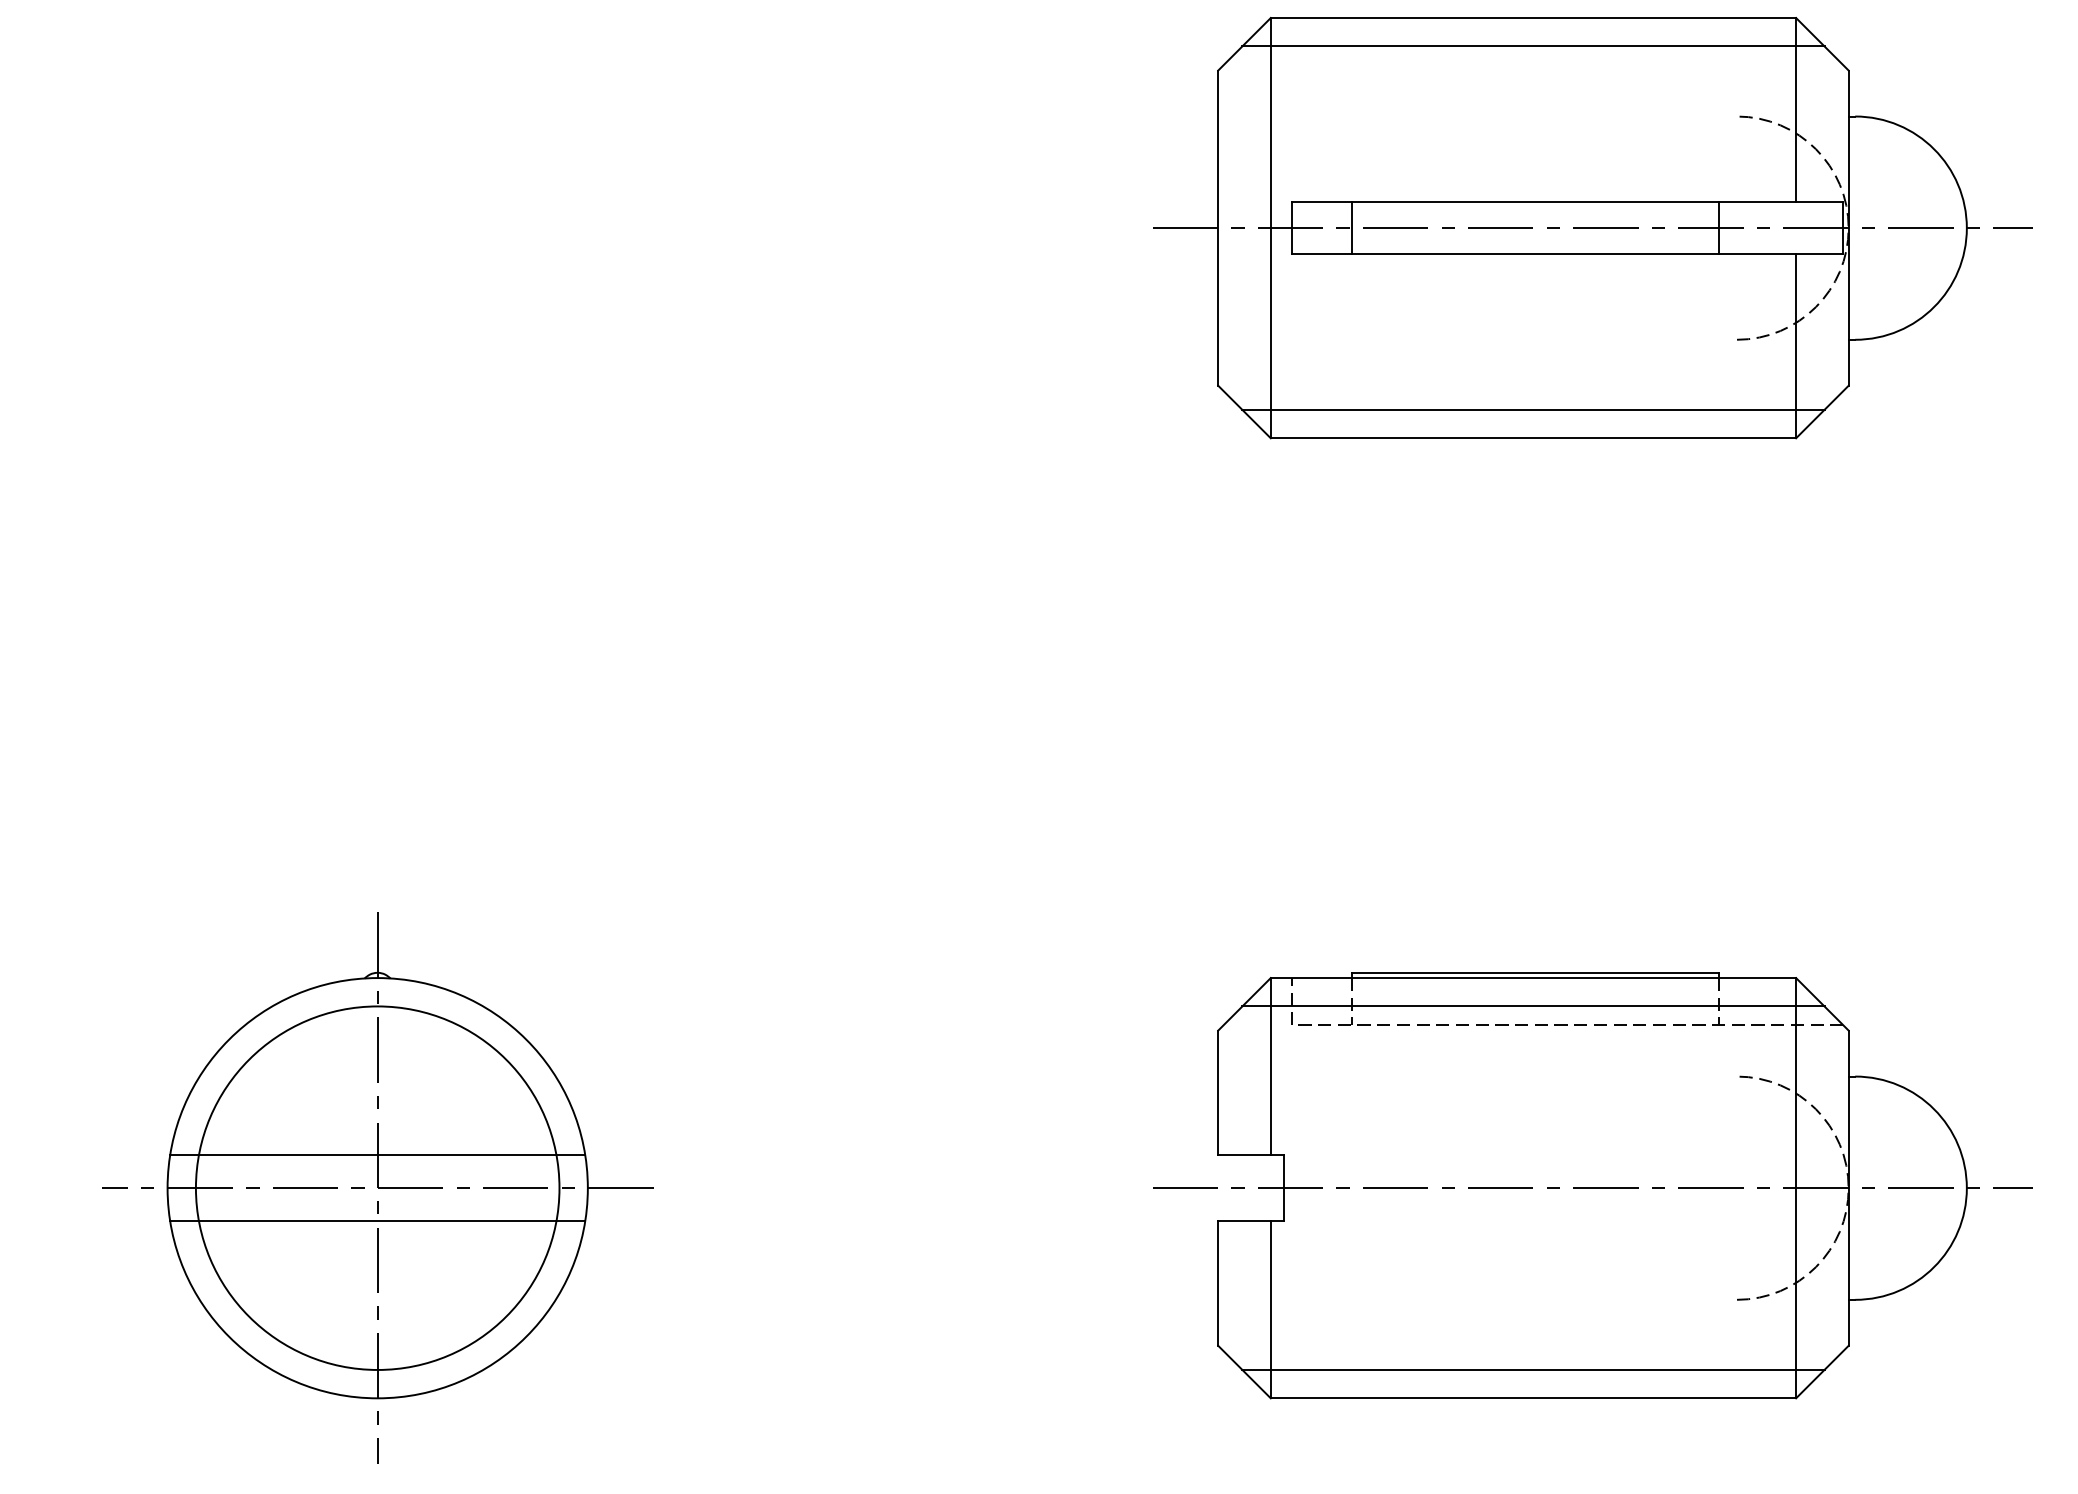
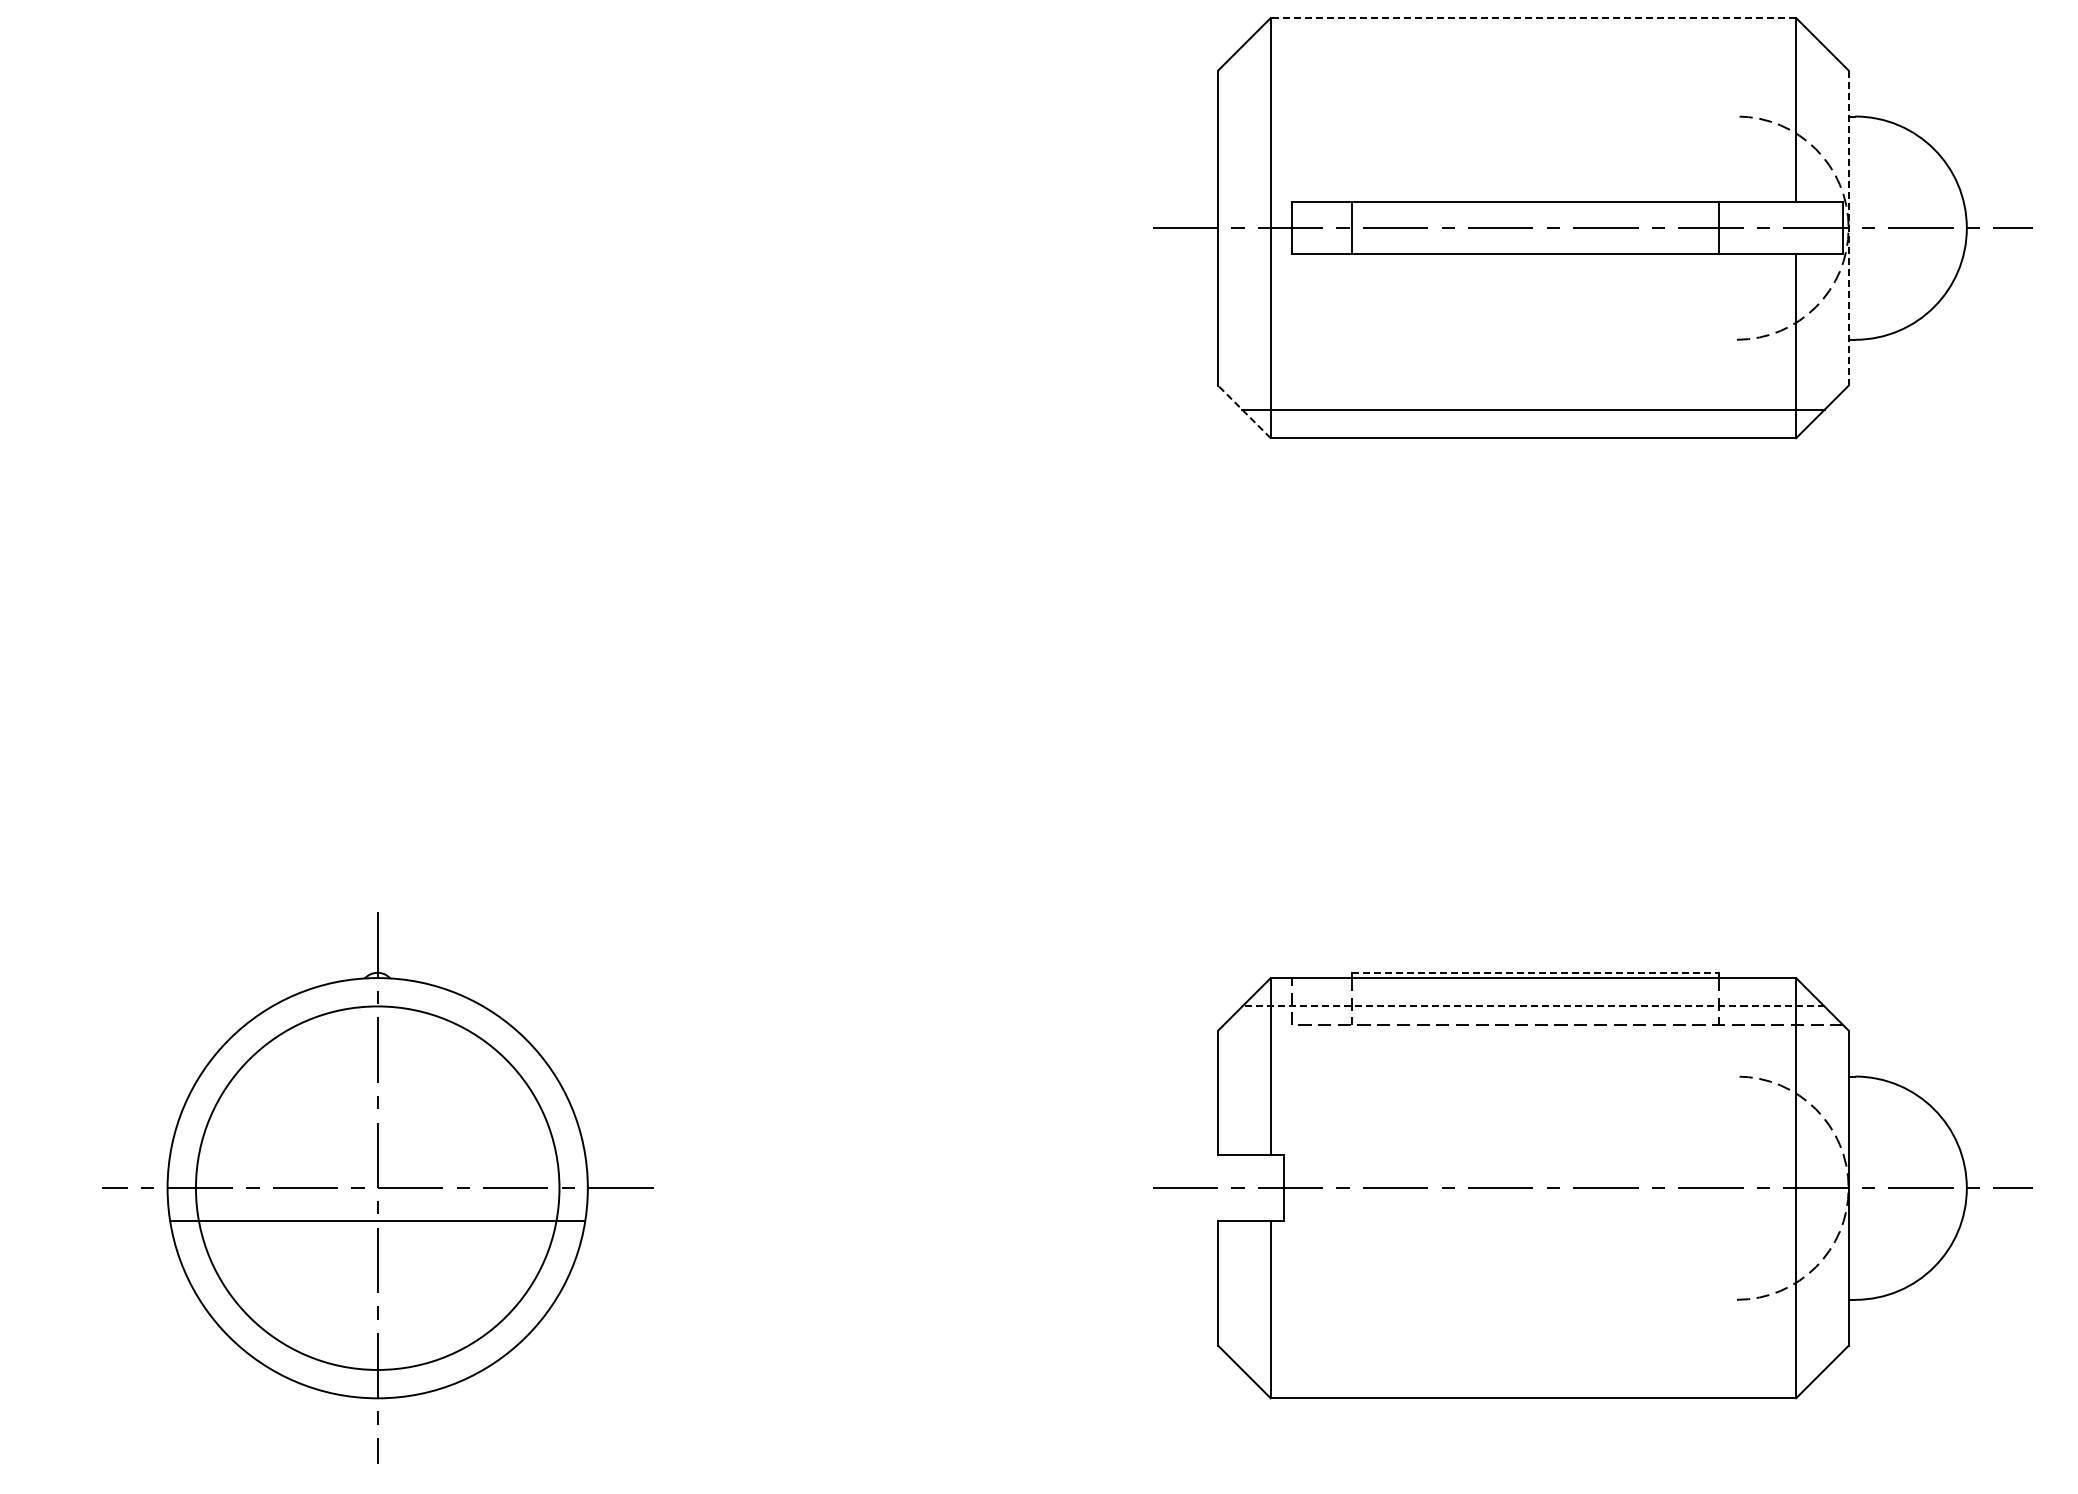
line at (1533, 18): solid -> dashed
line at (1533, 46): present -> none
line at (1848, 228): solid -> dashed
line at (1244, 411): solid -> dashed
line at (1535, 972): solid -> dashed
line at (1532, 1006): solid -> dashed
line at (377, 1155): present -> none
line at (1533, 1369): present -> none
